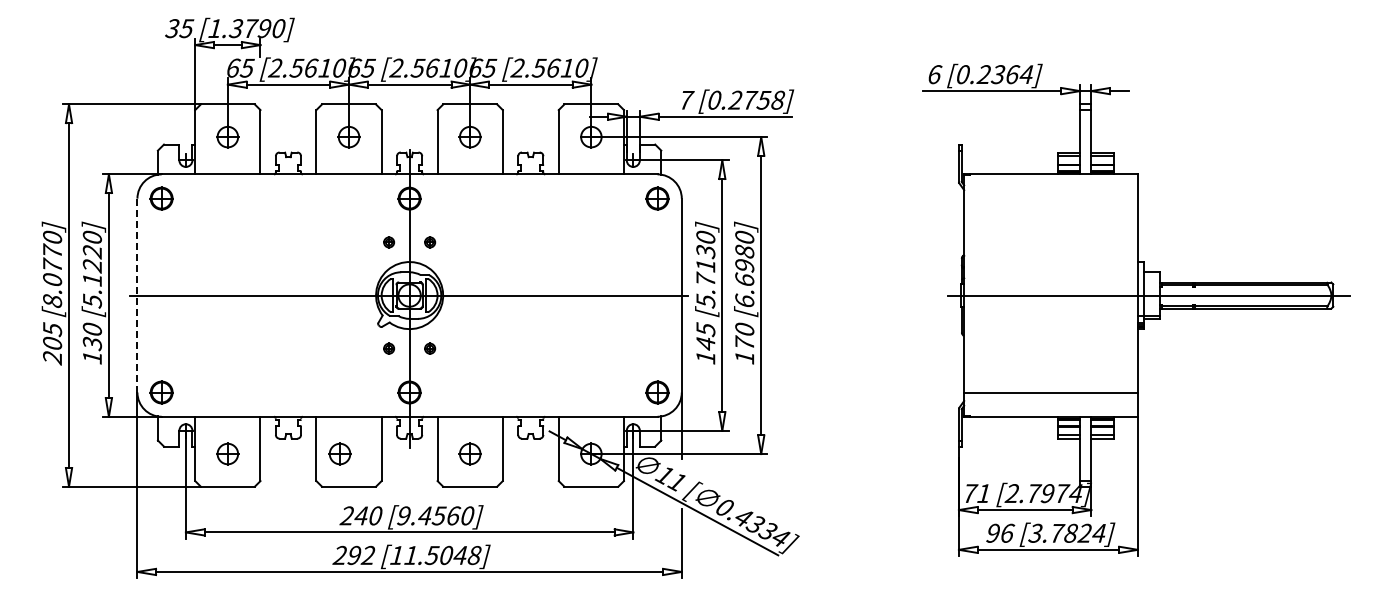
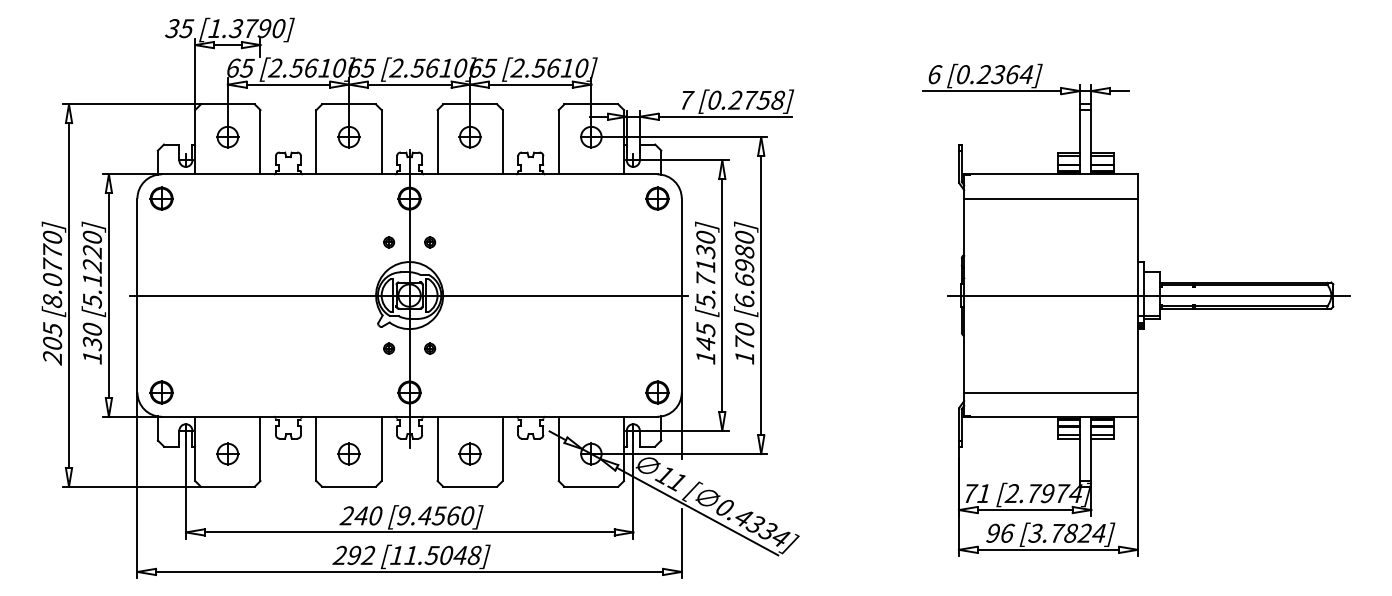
line at (1050, 198): none -> present
line at (137, 295): dashed -> solid
part at (339, 453) position: (339, 453) -> (348, 453)
